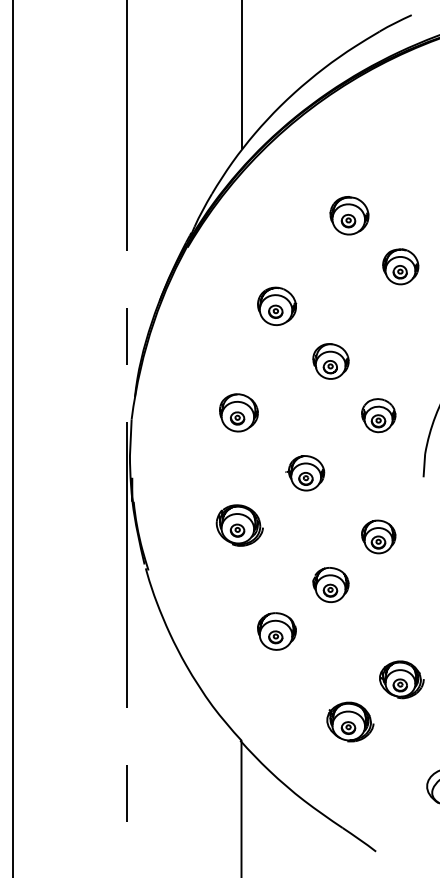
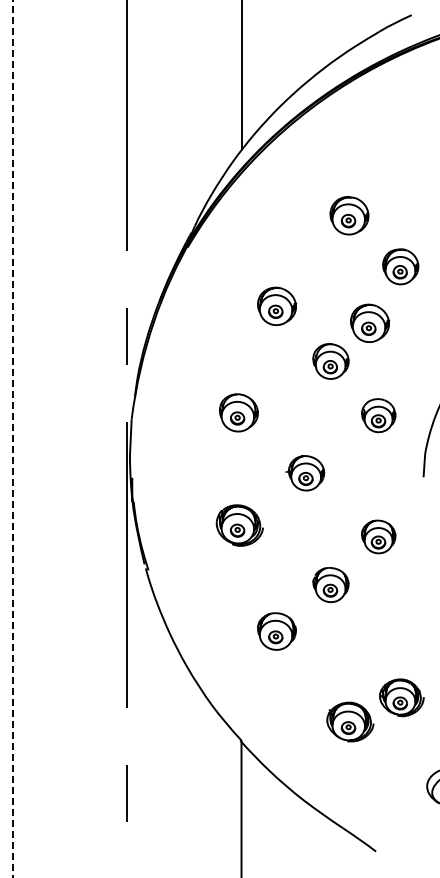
part at (370, 322): none -> present
line at (13, 439): solid -> dashed
part at (401, 679) position: (401, 679) -> (401, 697)
